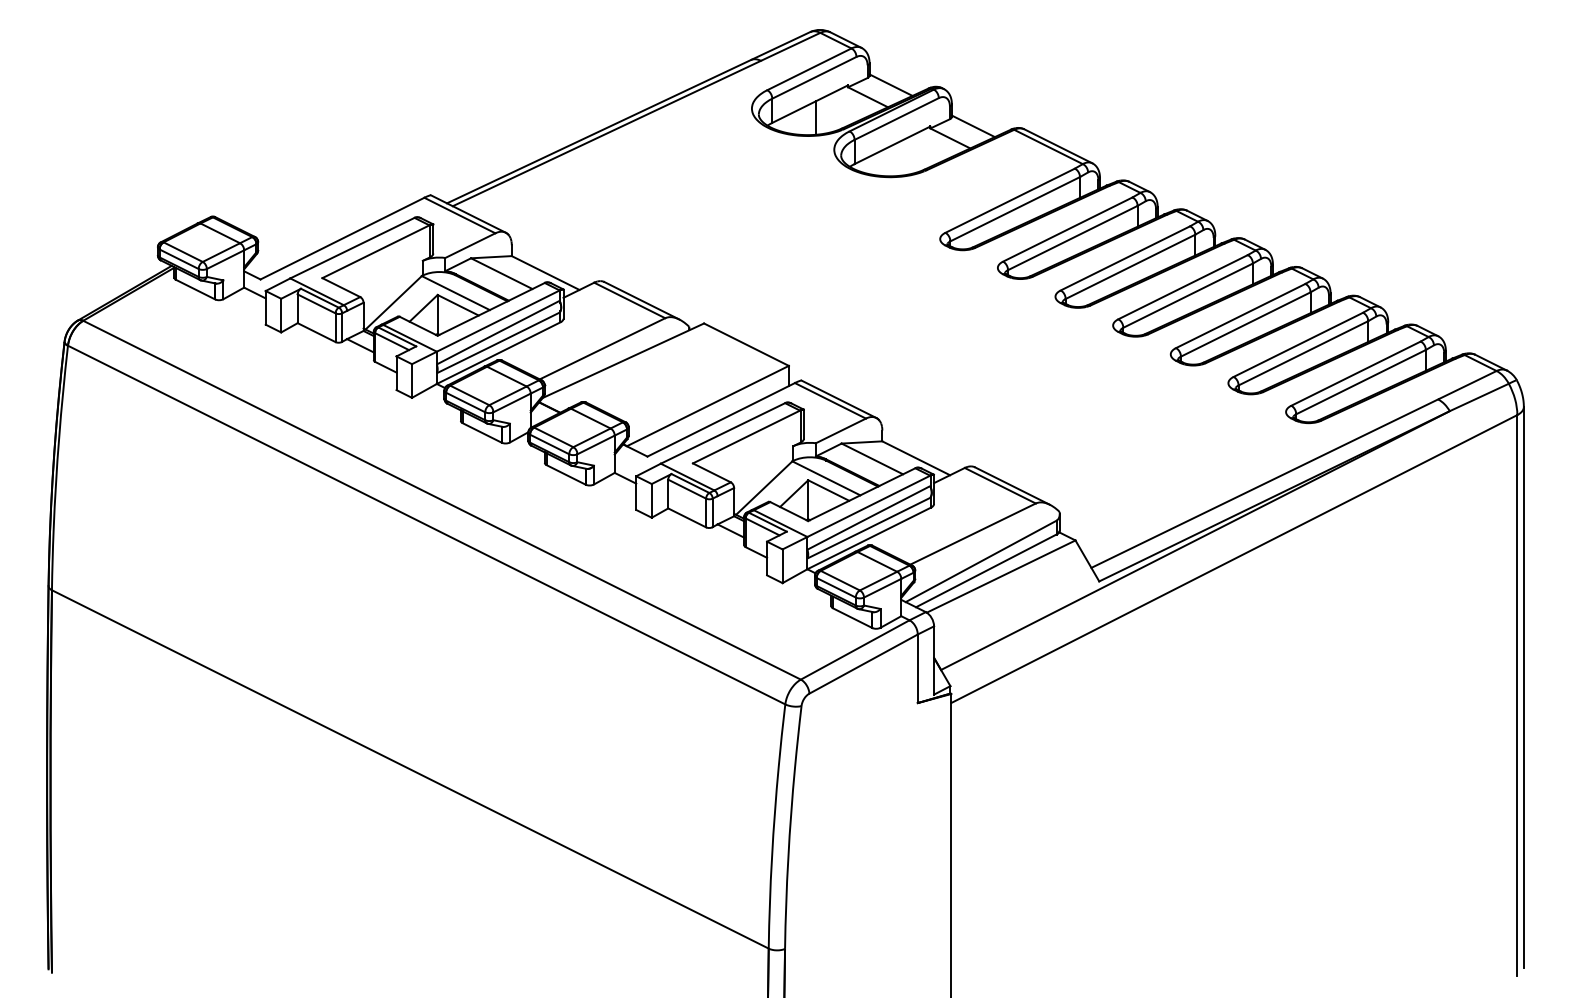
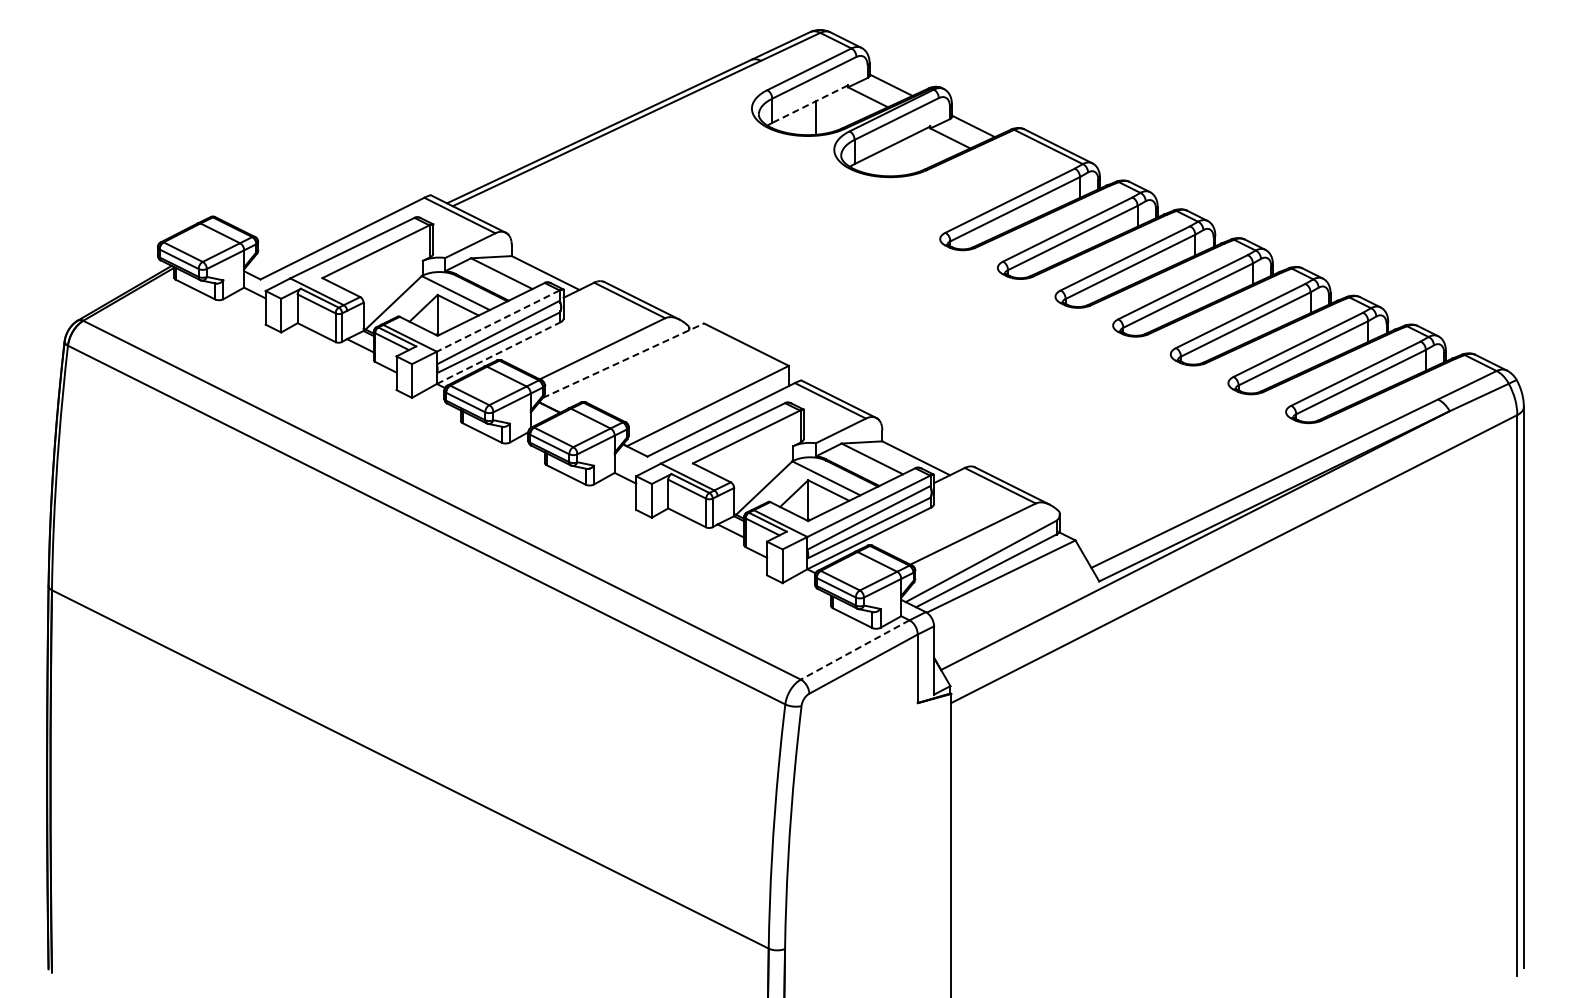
line at (809, 104): solid -> dashed
line at (498, 321): solid -> dashed
line at (499, 352): solid -> dashed
line at (623, 360): solid -> dashed
line at (855, 649): solid -> dashed
